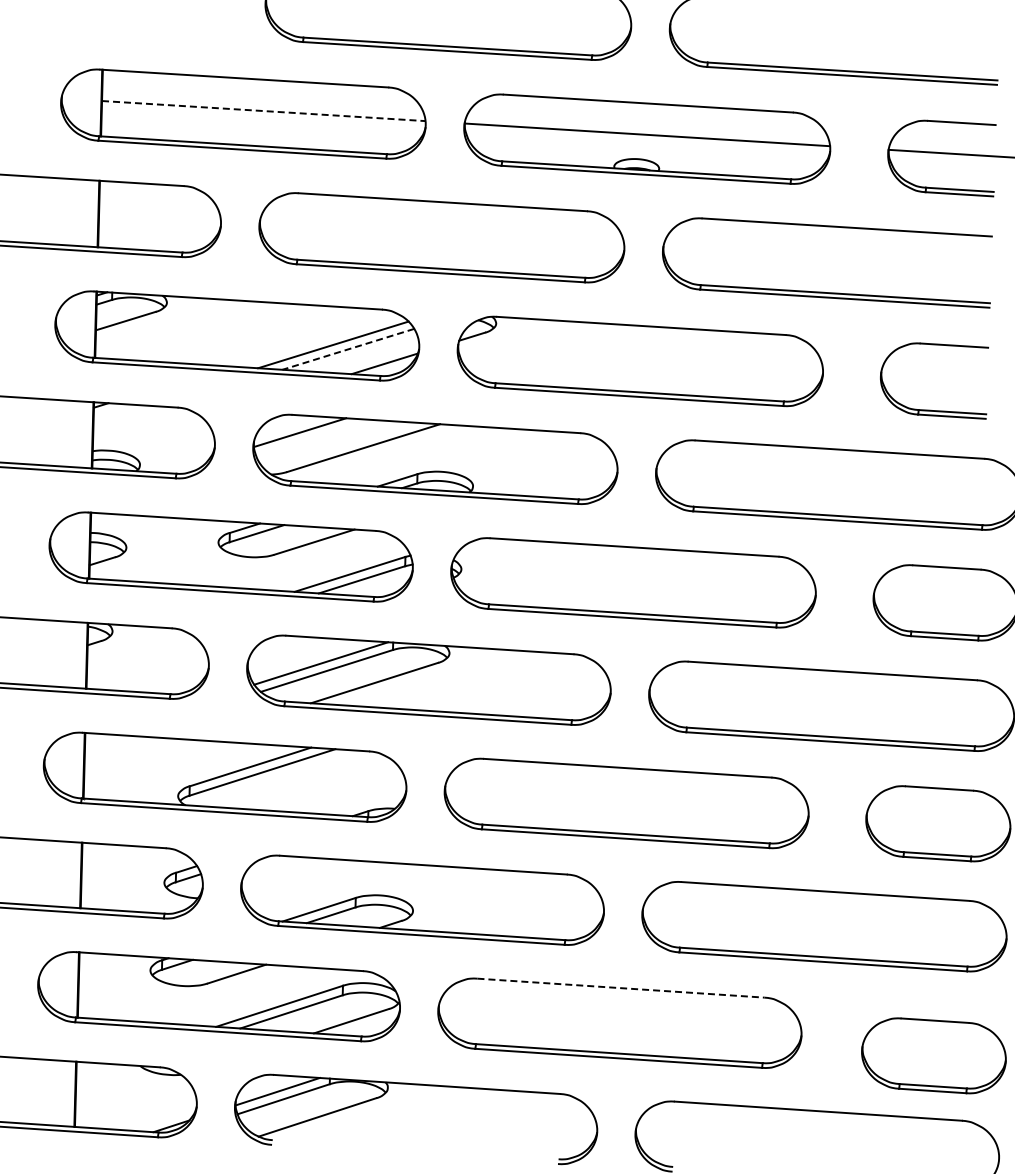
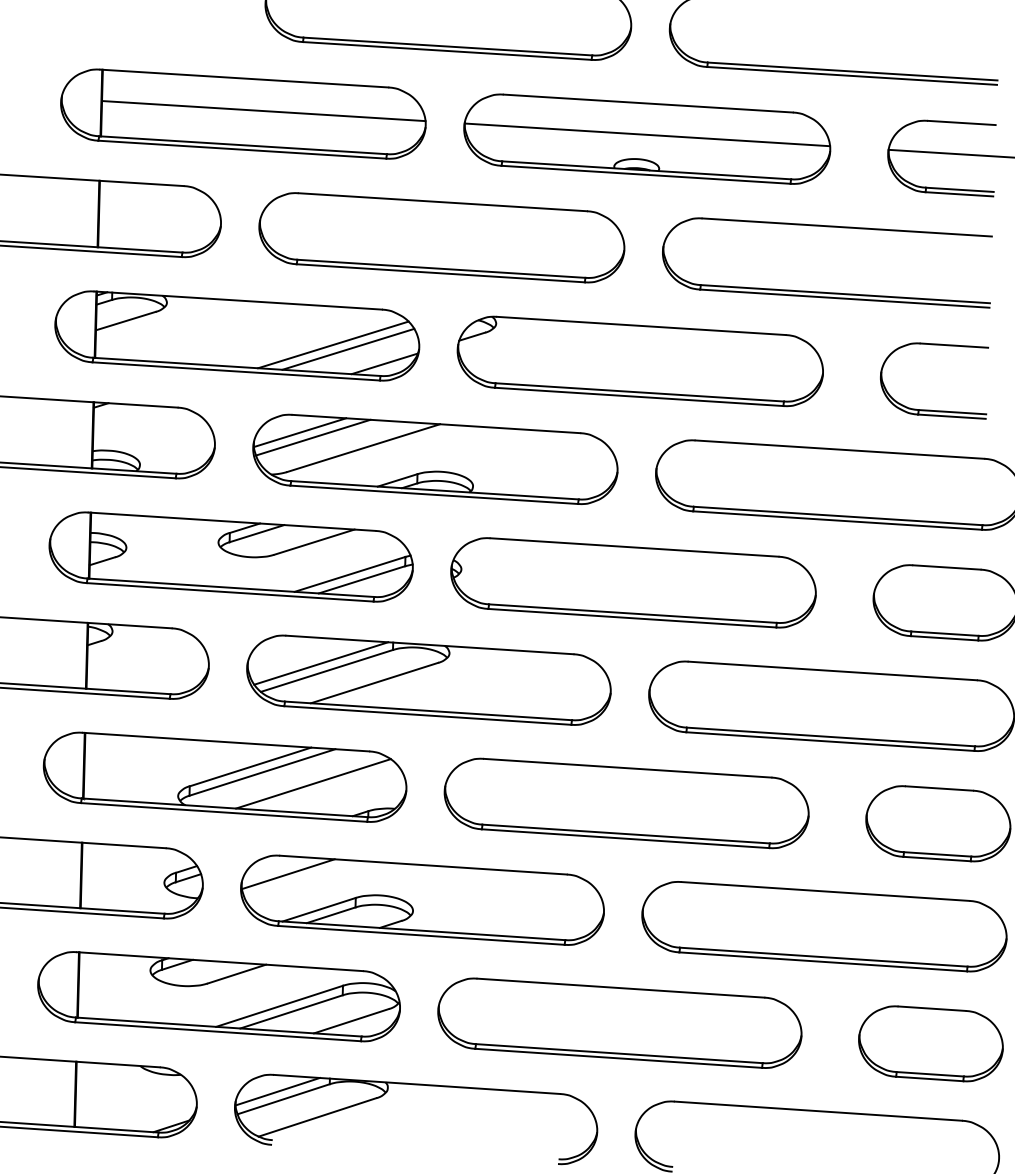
line at (264, 111): dashed -> solid
line at (347, 349): dashed -> solid
line at (312, 437): none -> present
line at (313, 783): none -> present
line at (288, 874): none -> present
line at (620, 988): dashed -> solid
part at (933, 1055) position: (933, 1055) -> (930, 1043)
